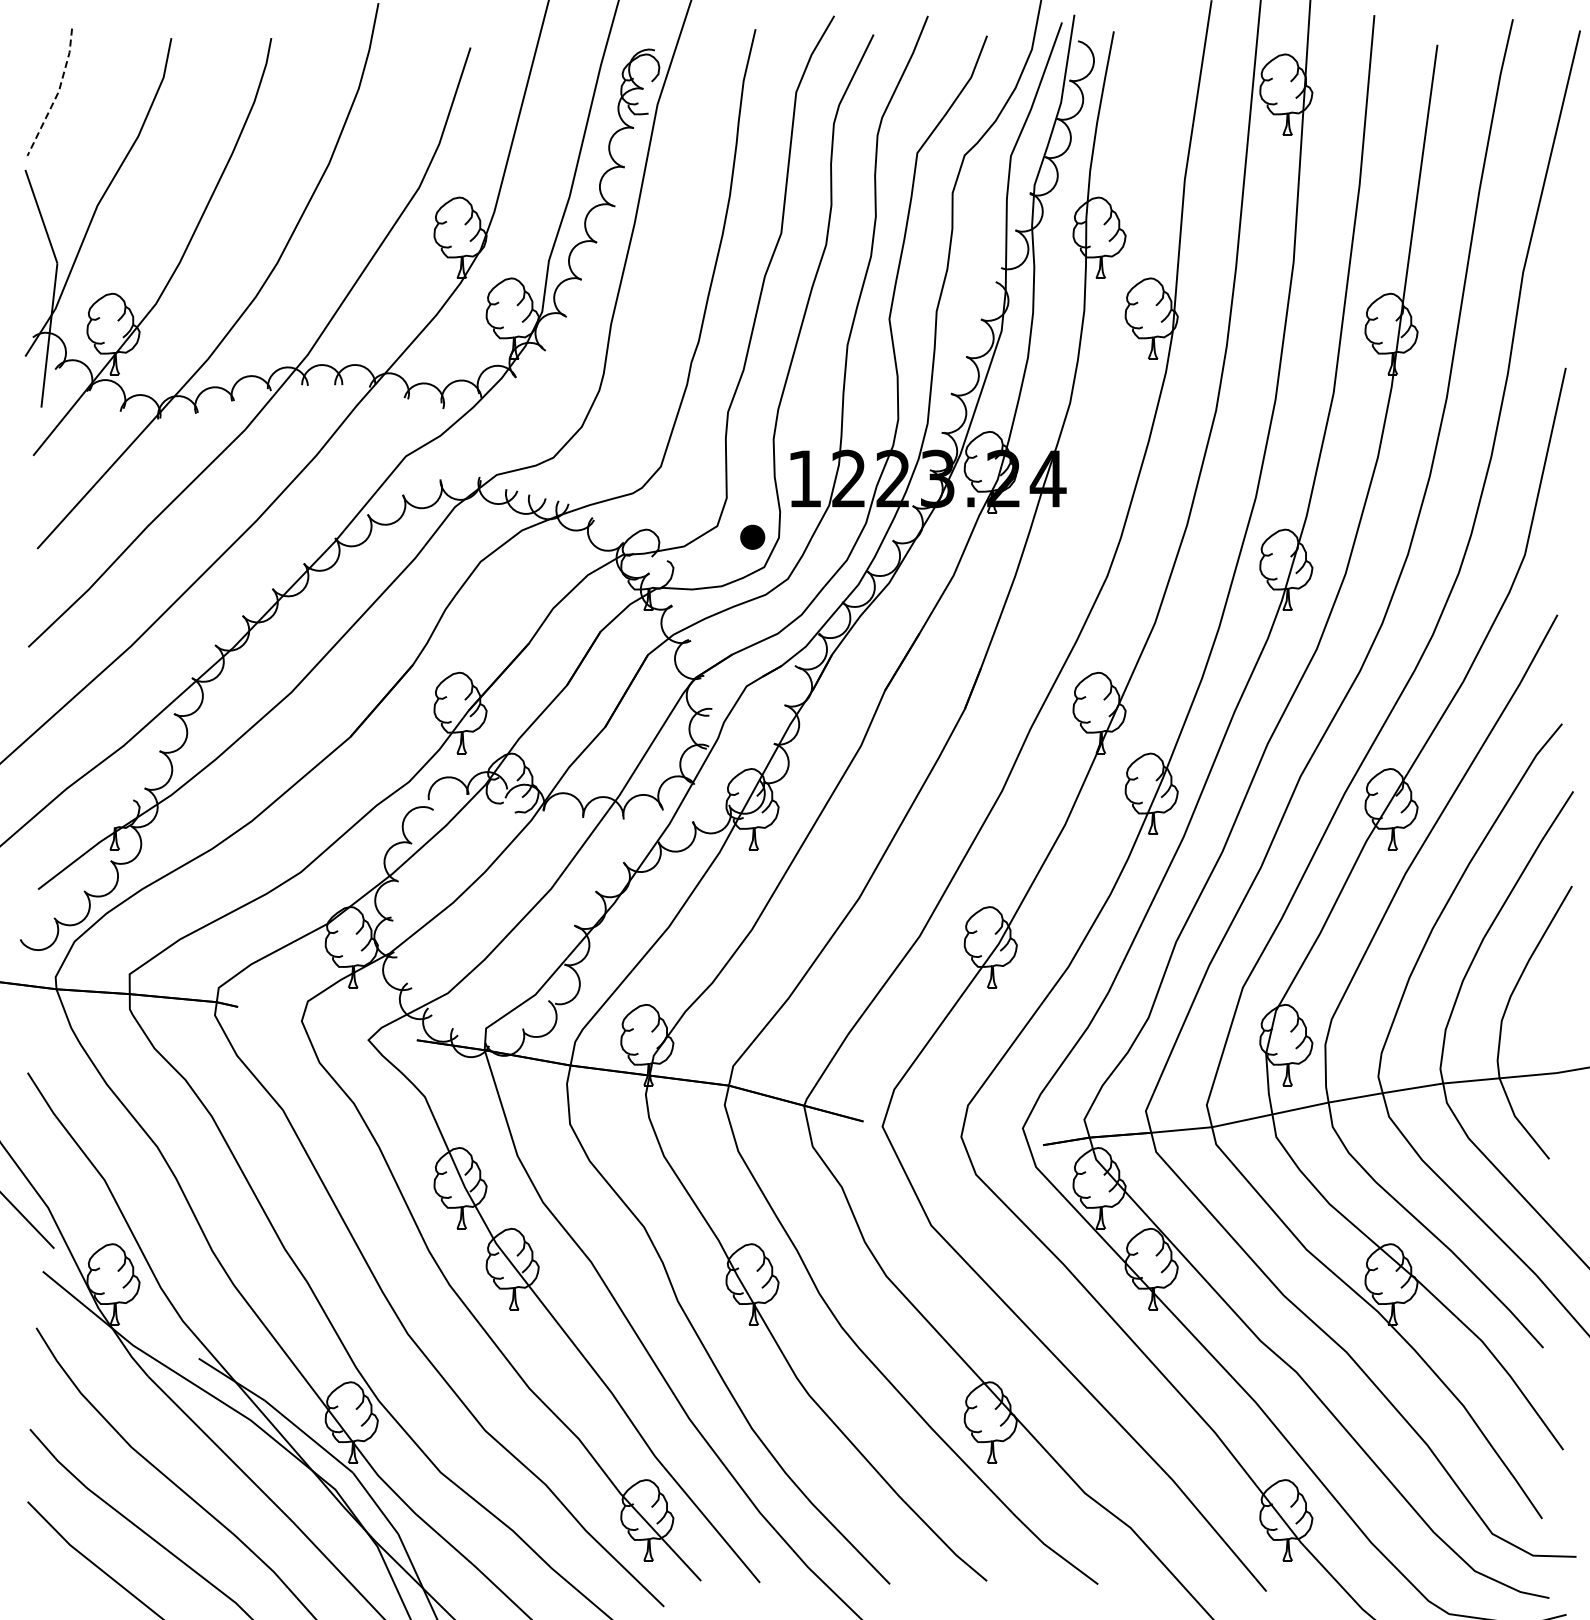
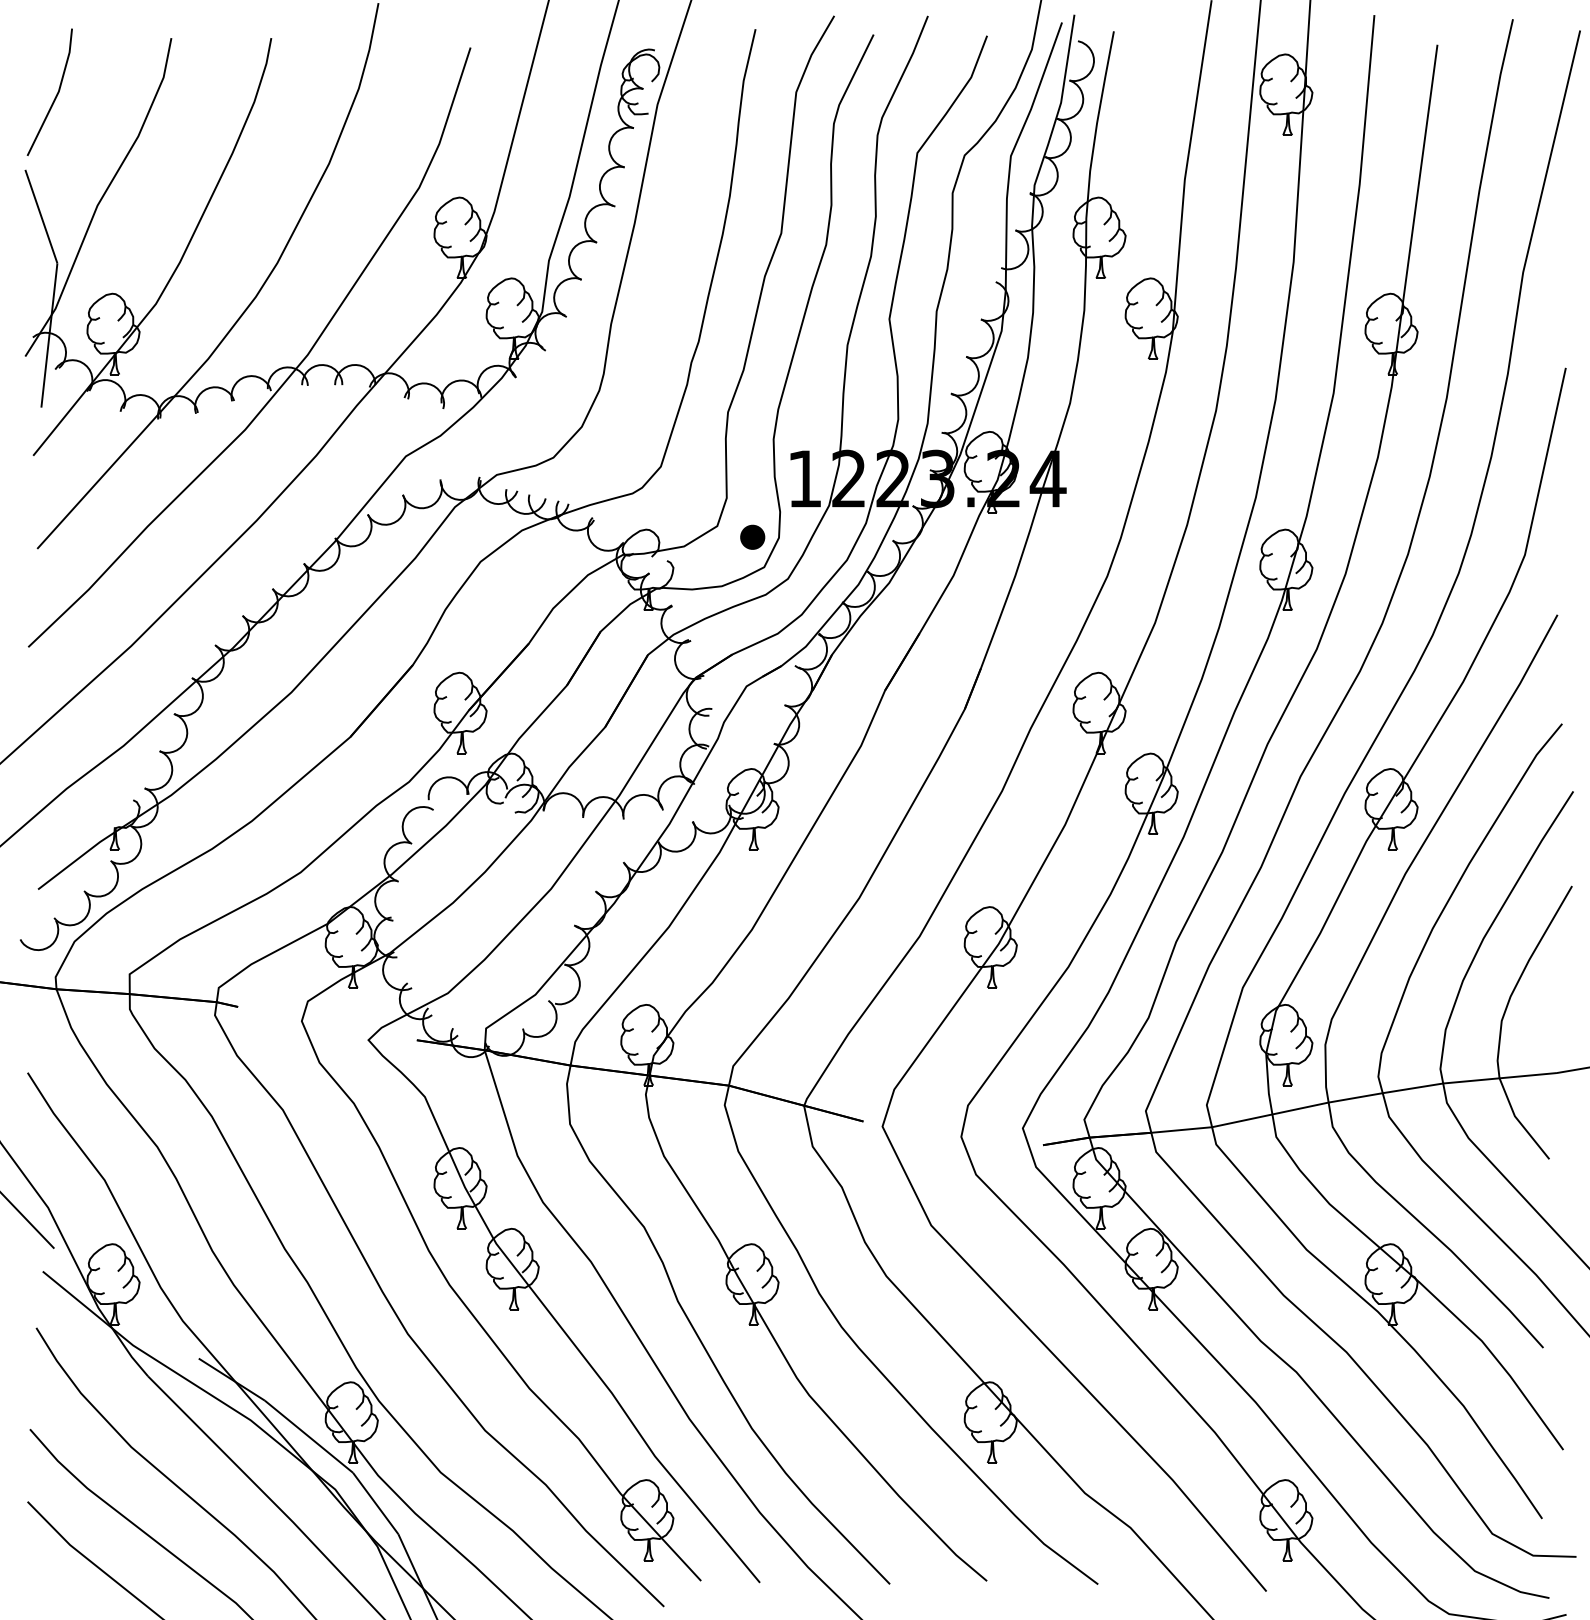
line at (57, 94): dashed -> solid
